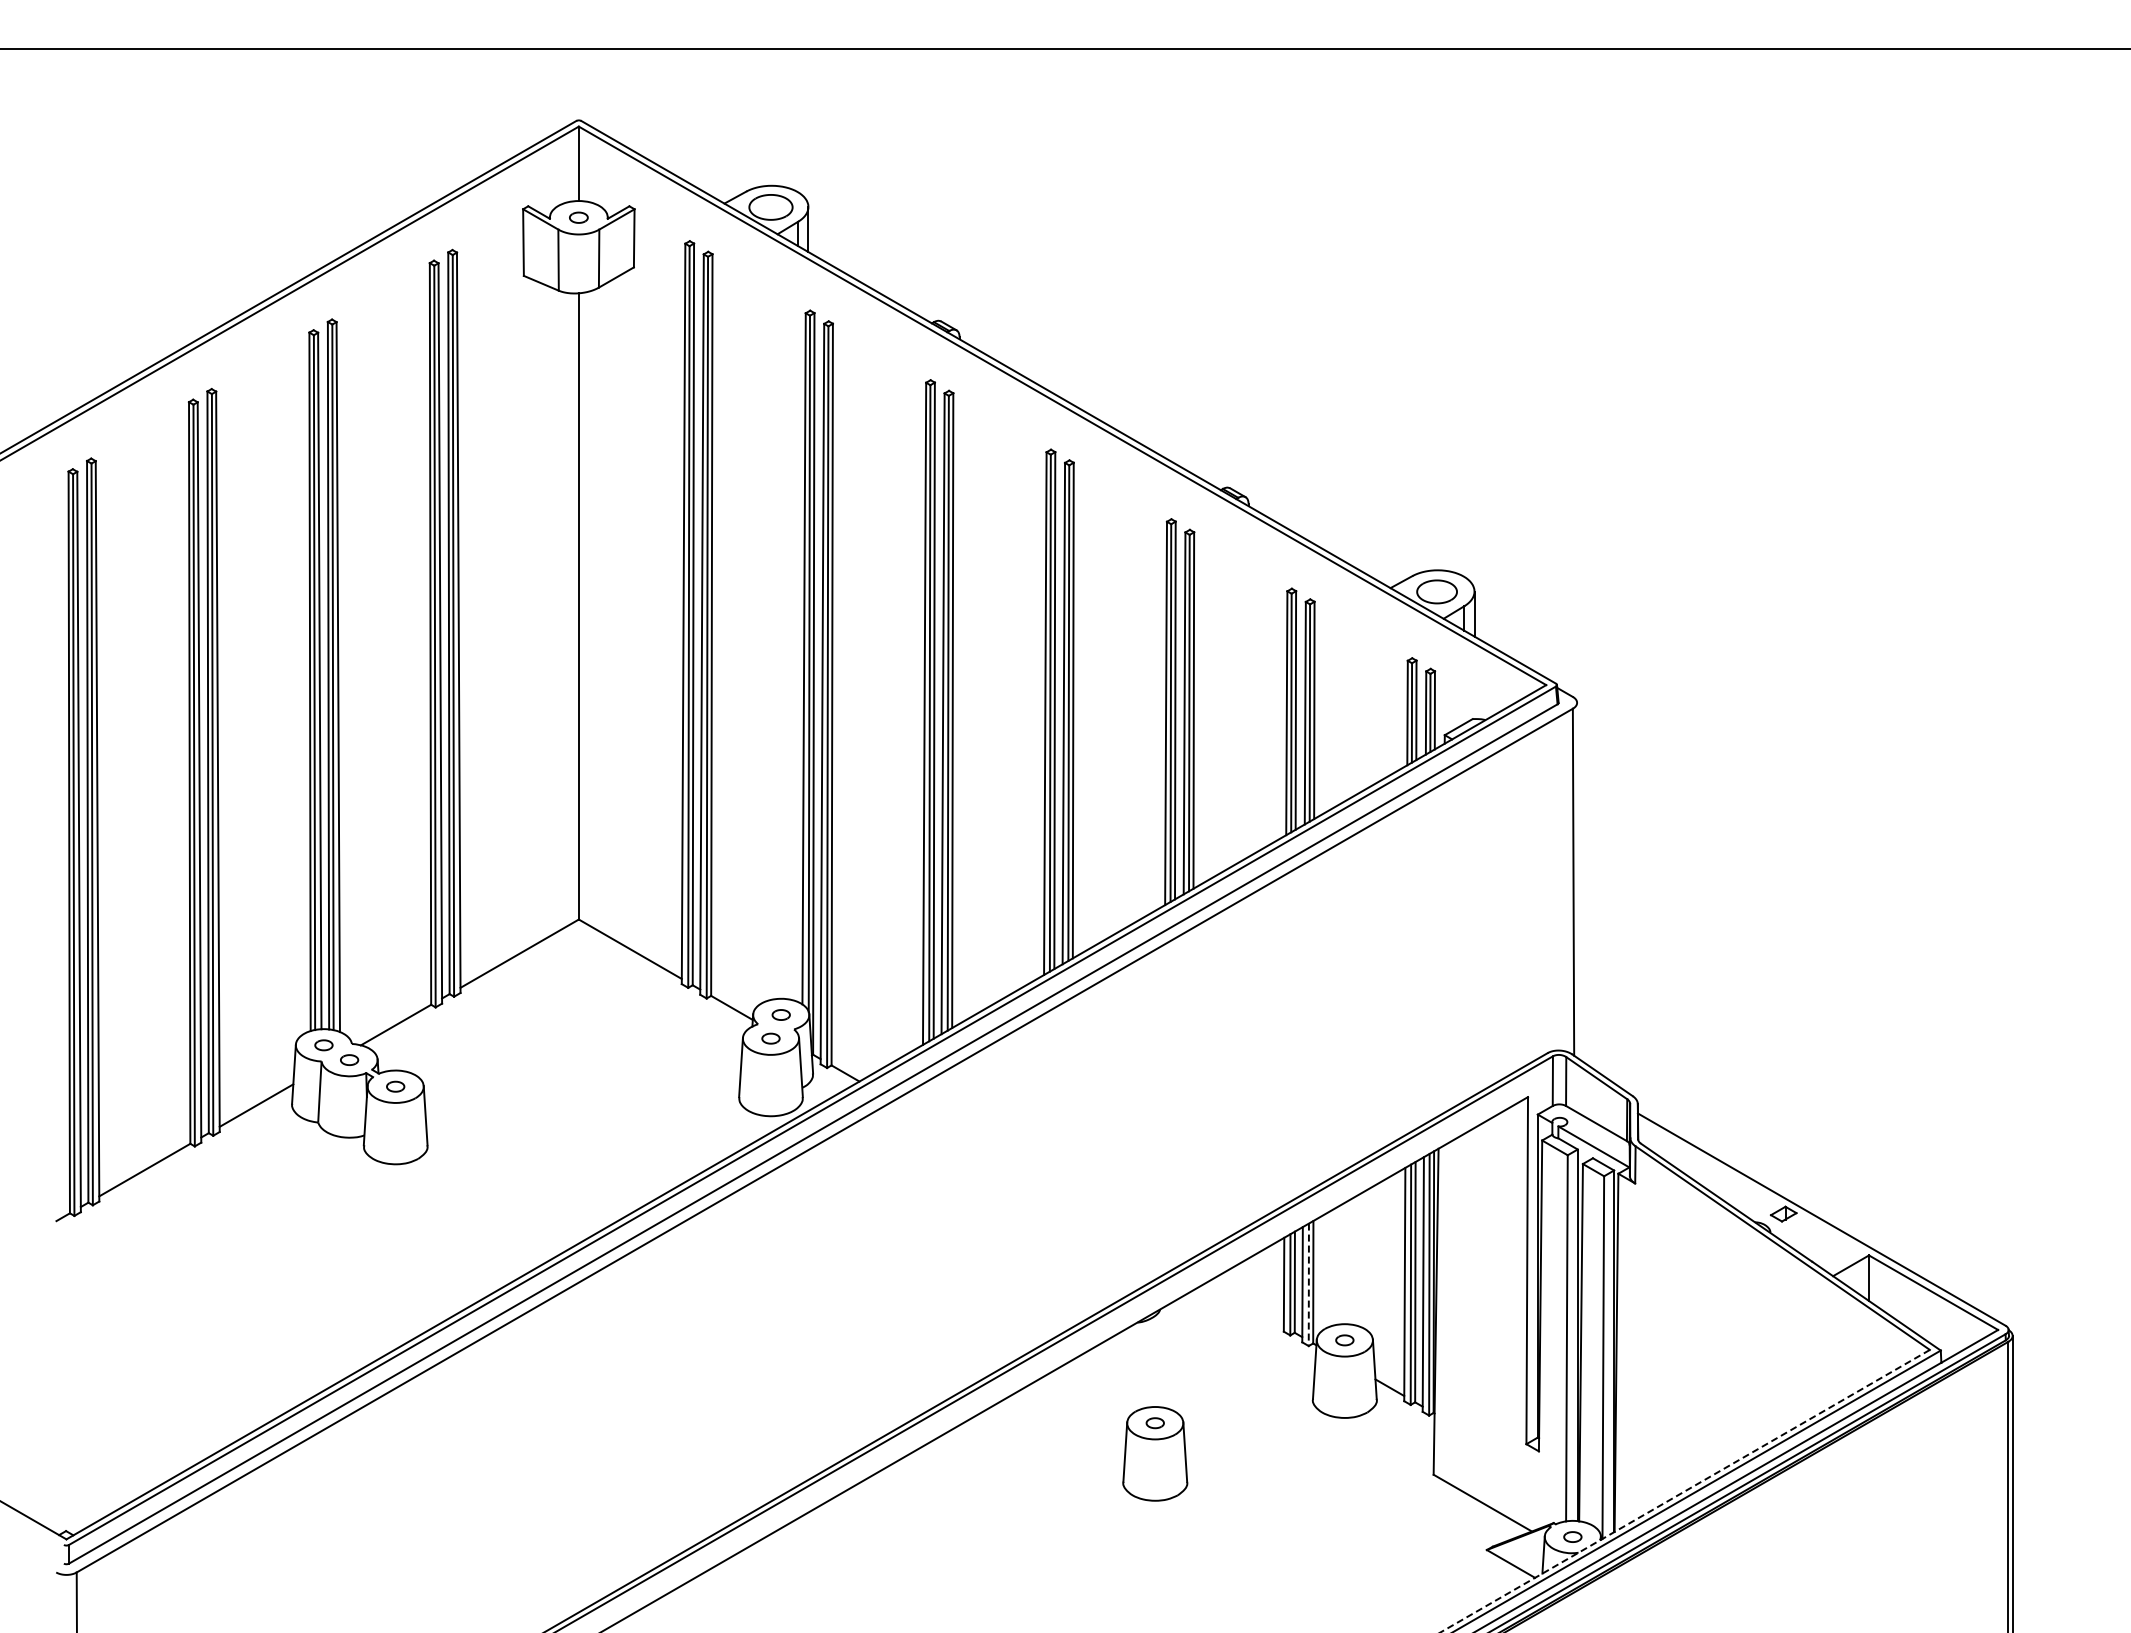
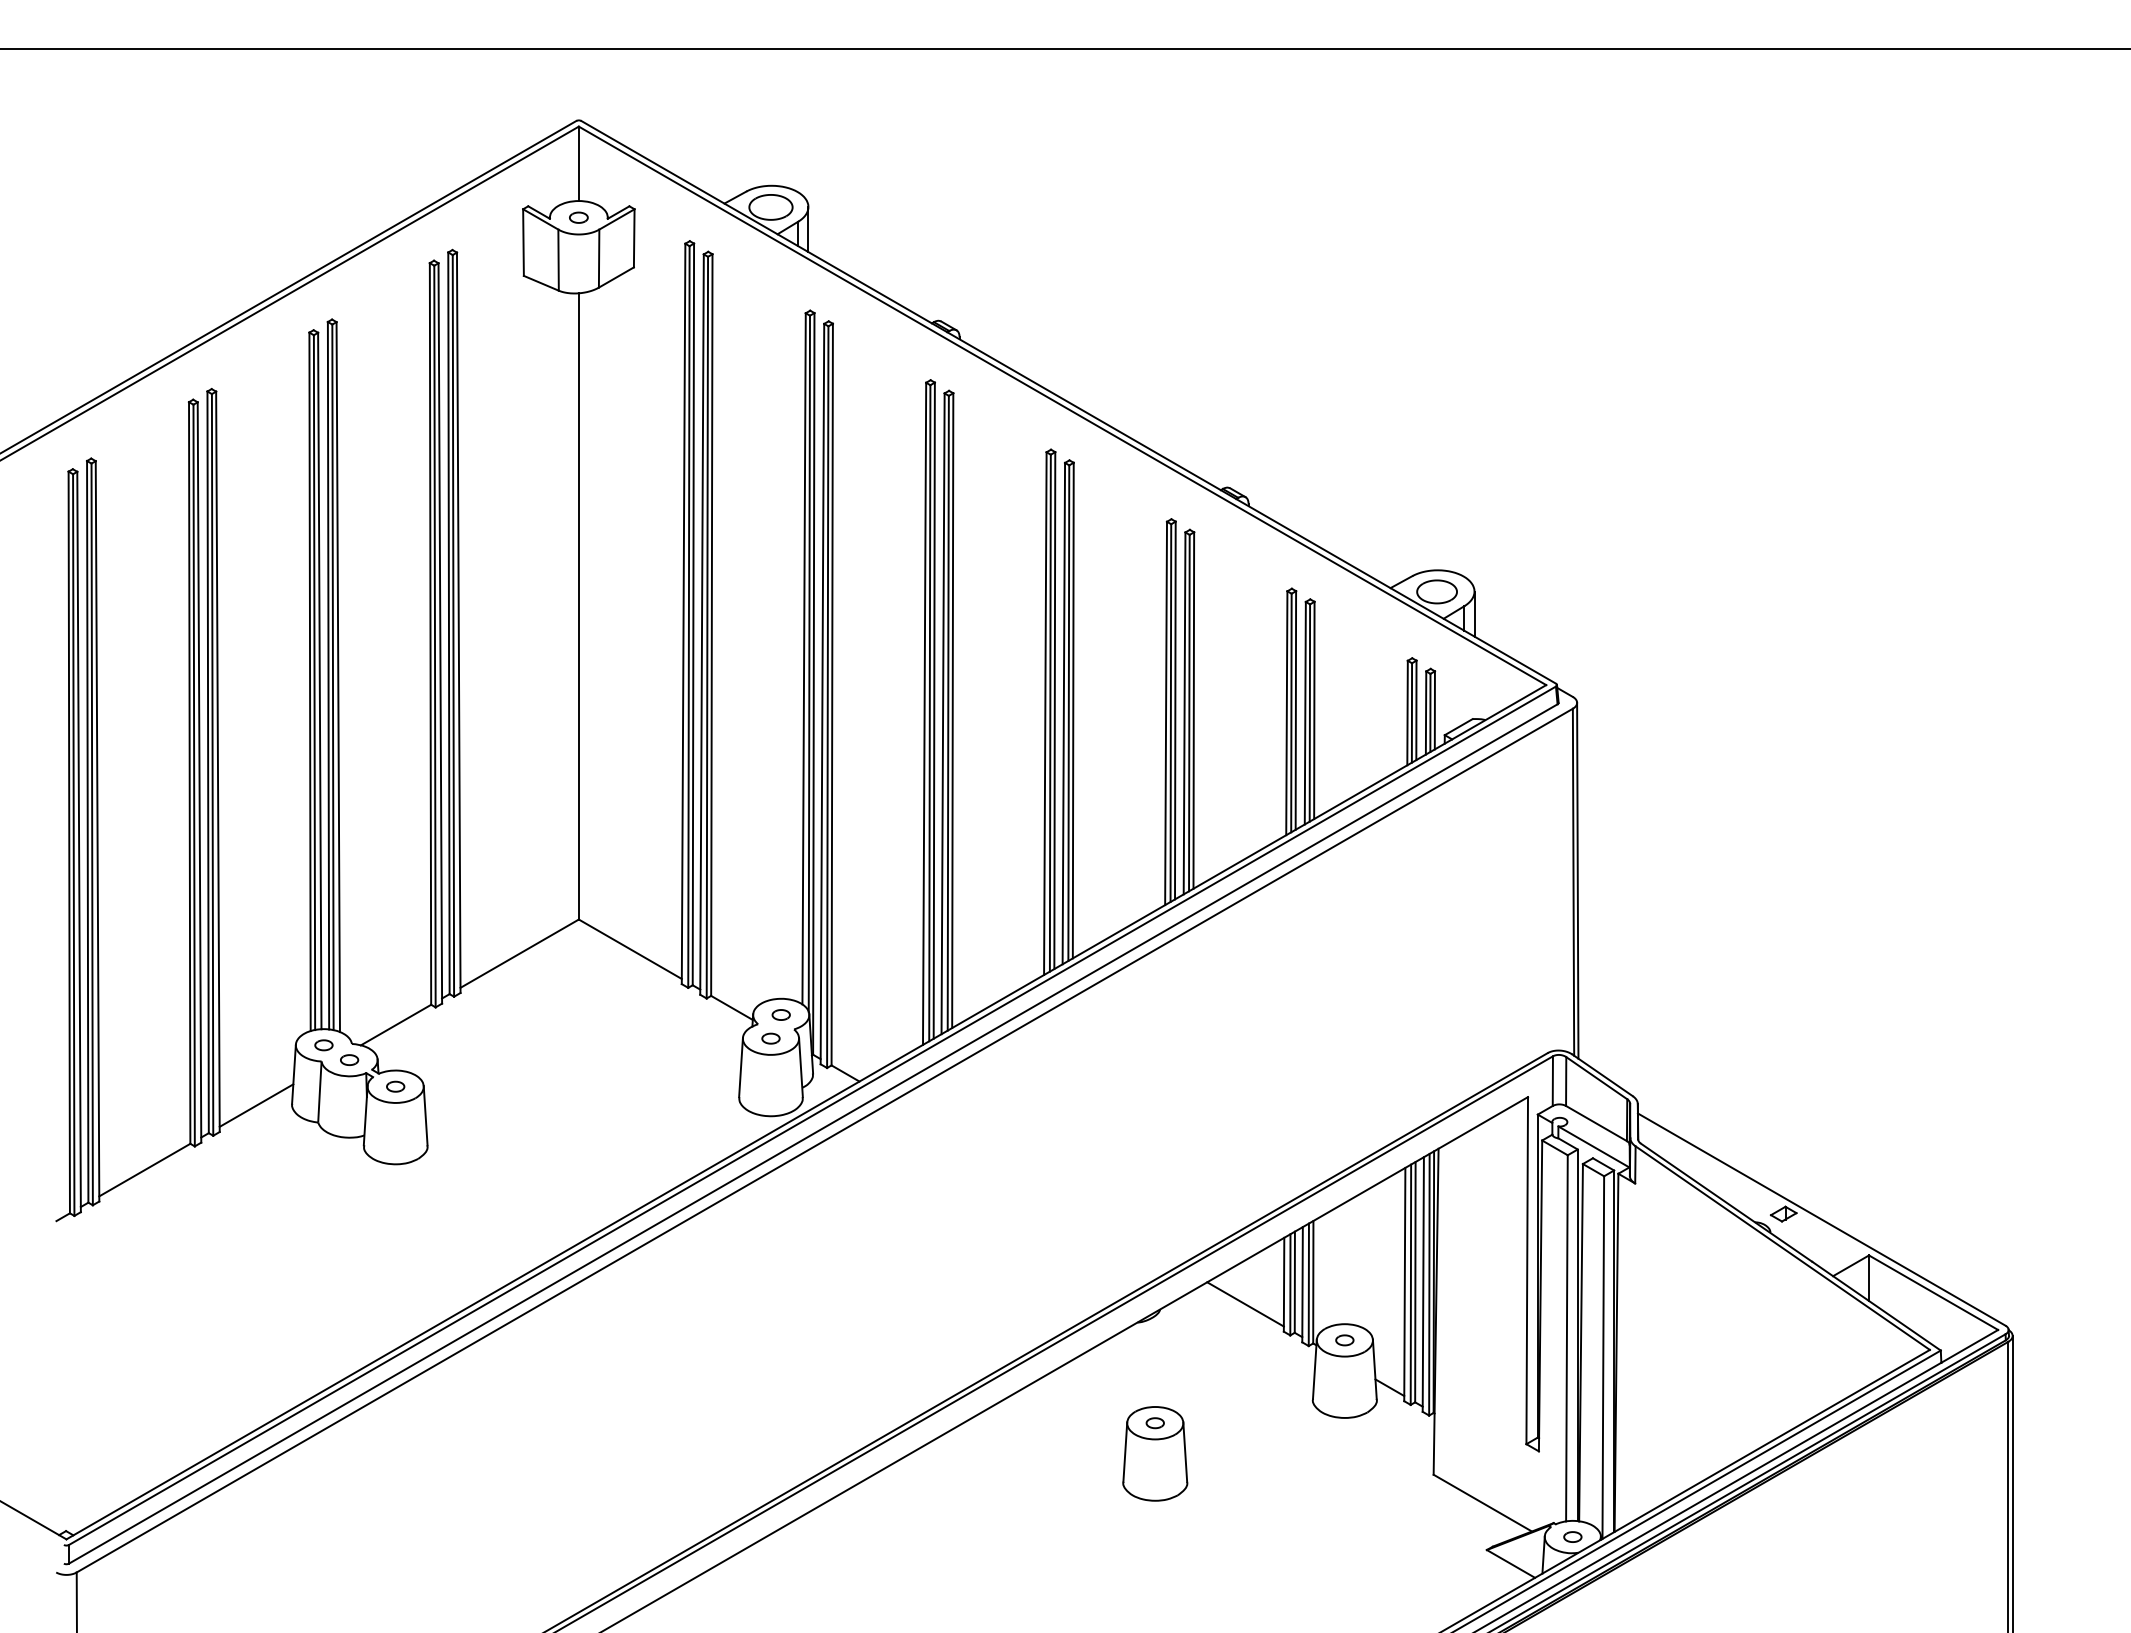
line at (1577, 880): none -> present
line at (1308, 1285): dashed -> solid
line at (1245, 1304): none -> present
line at (1684, 1491): dashed -> solid
